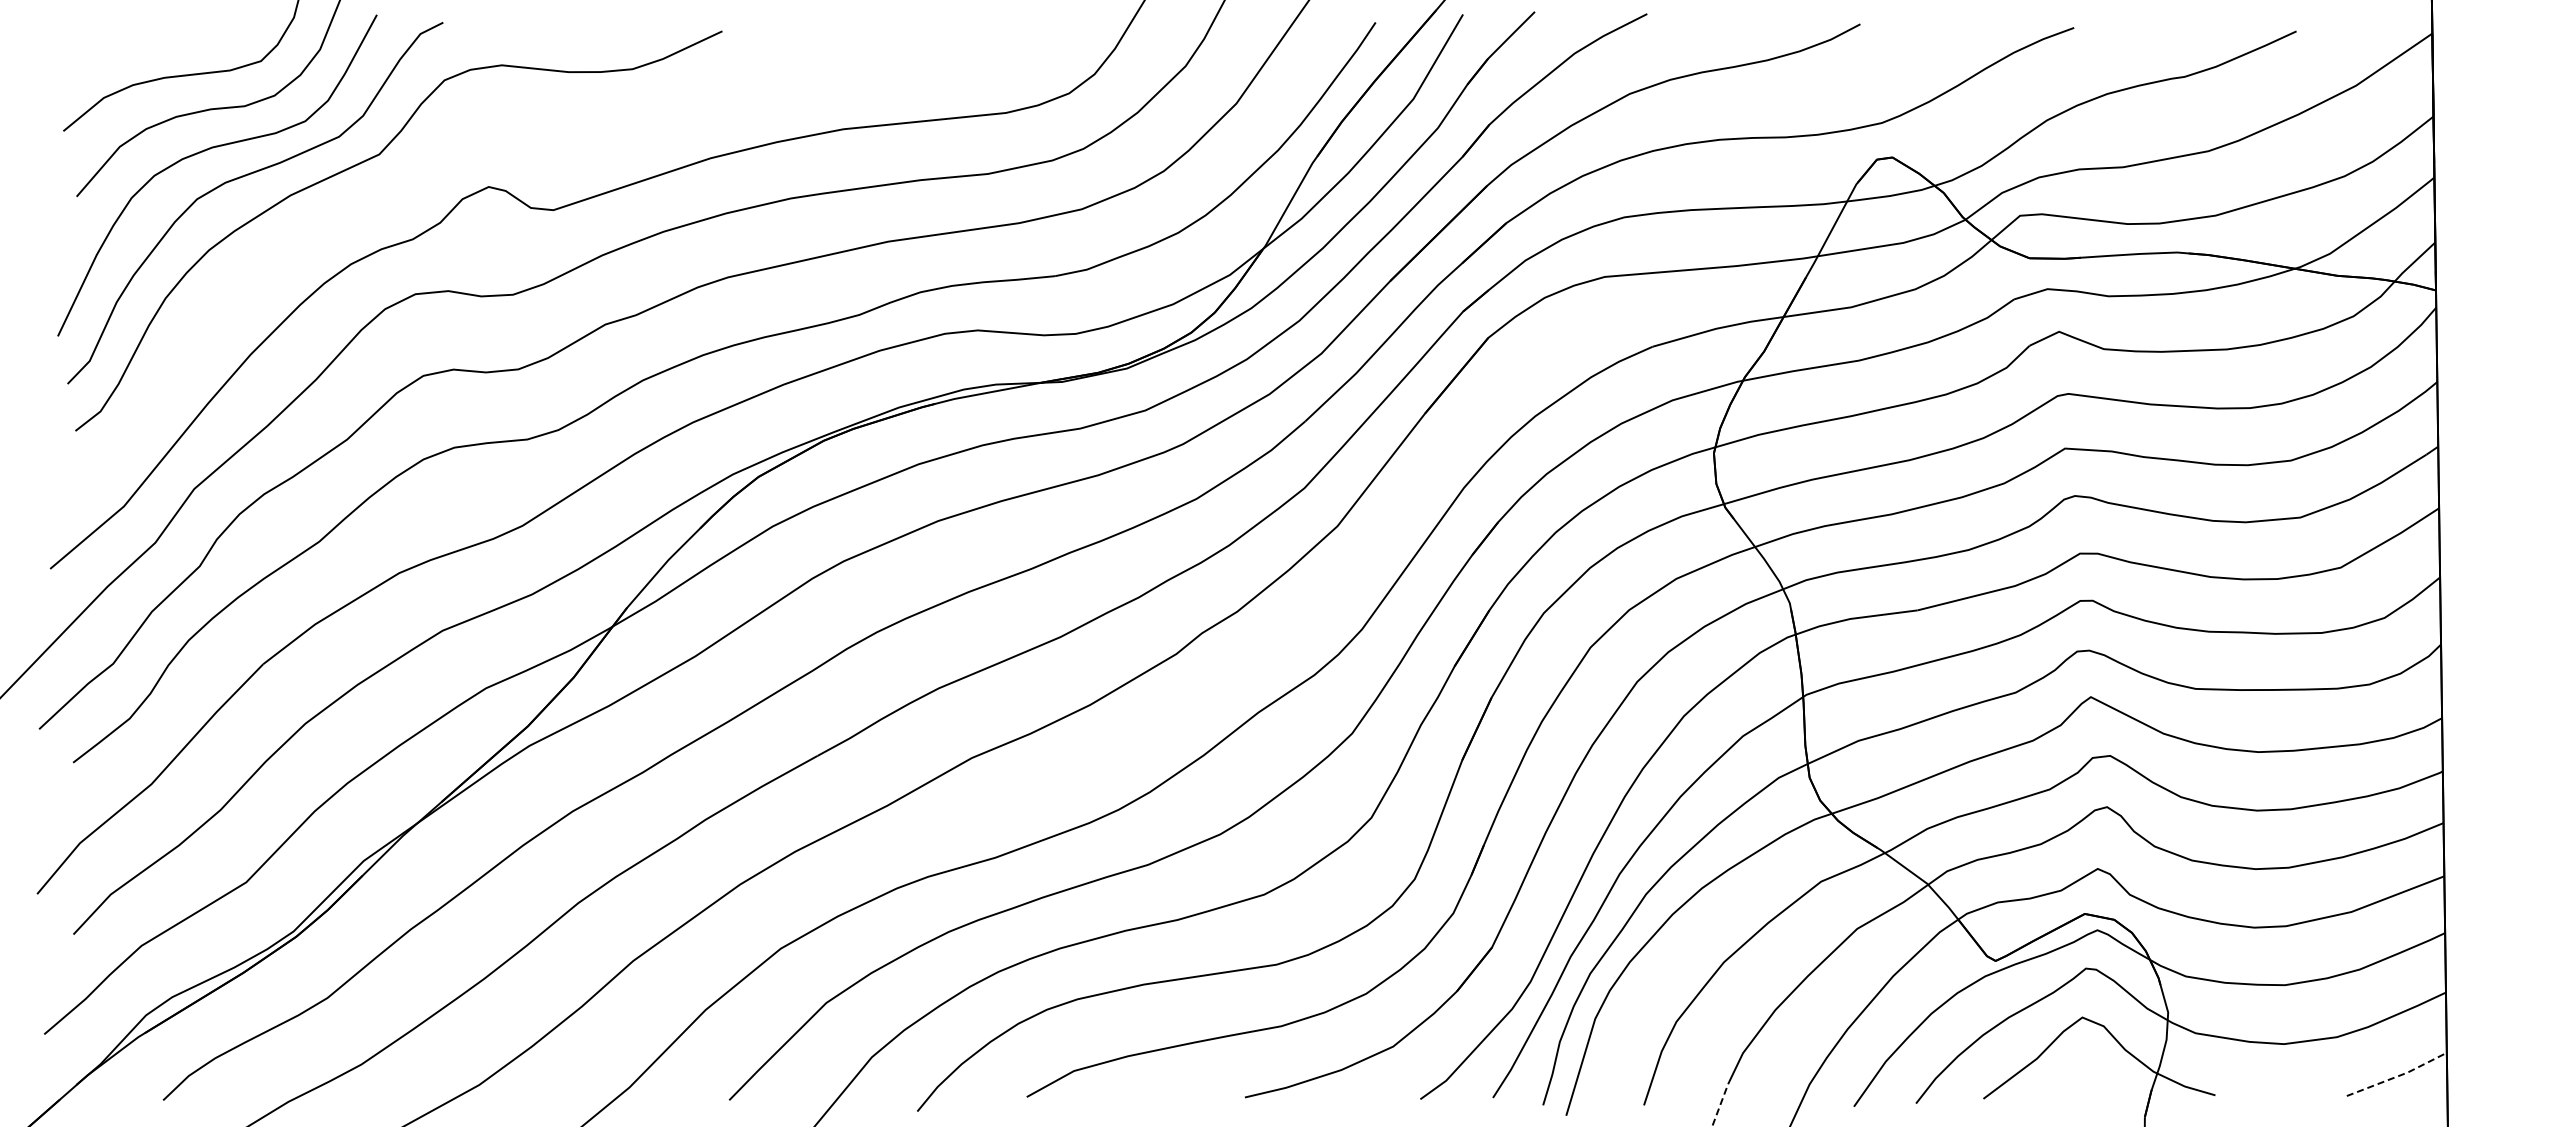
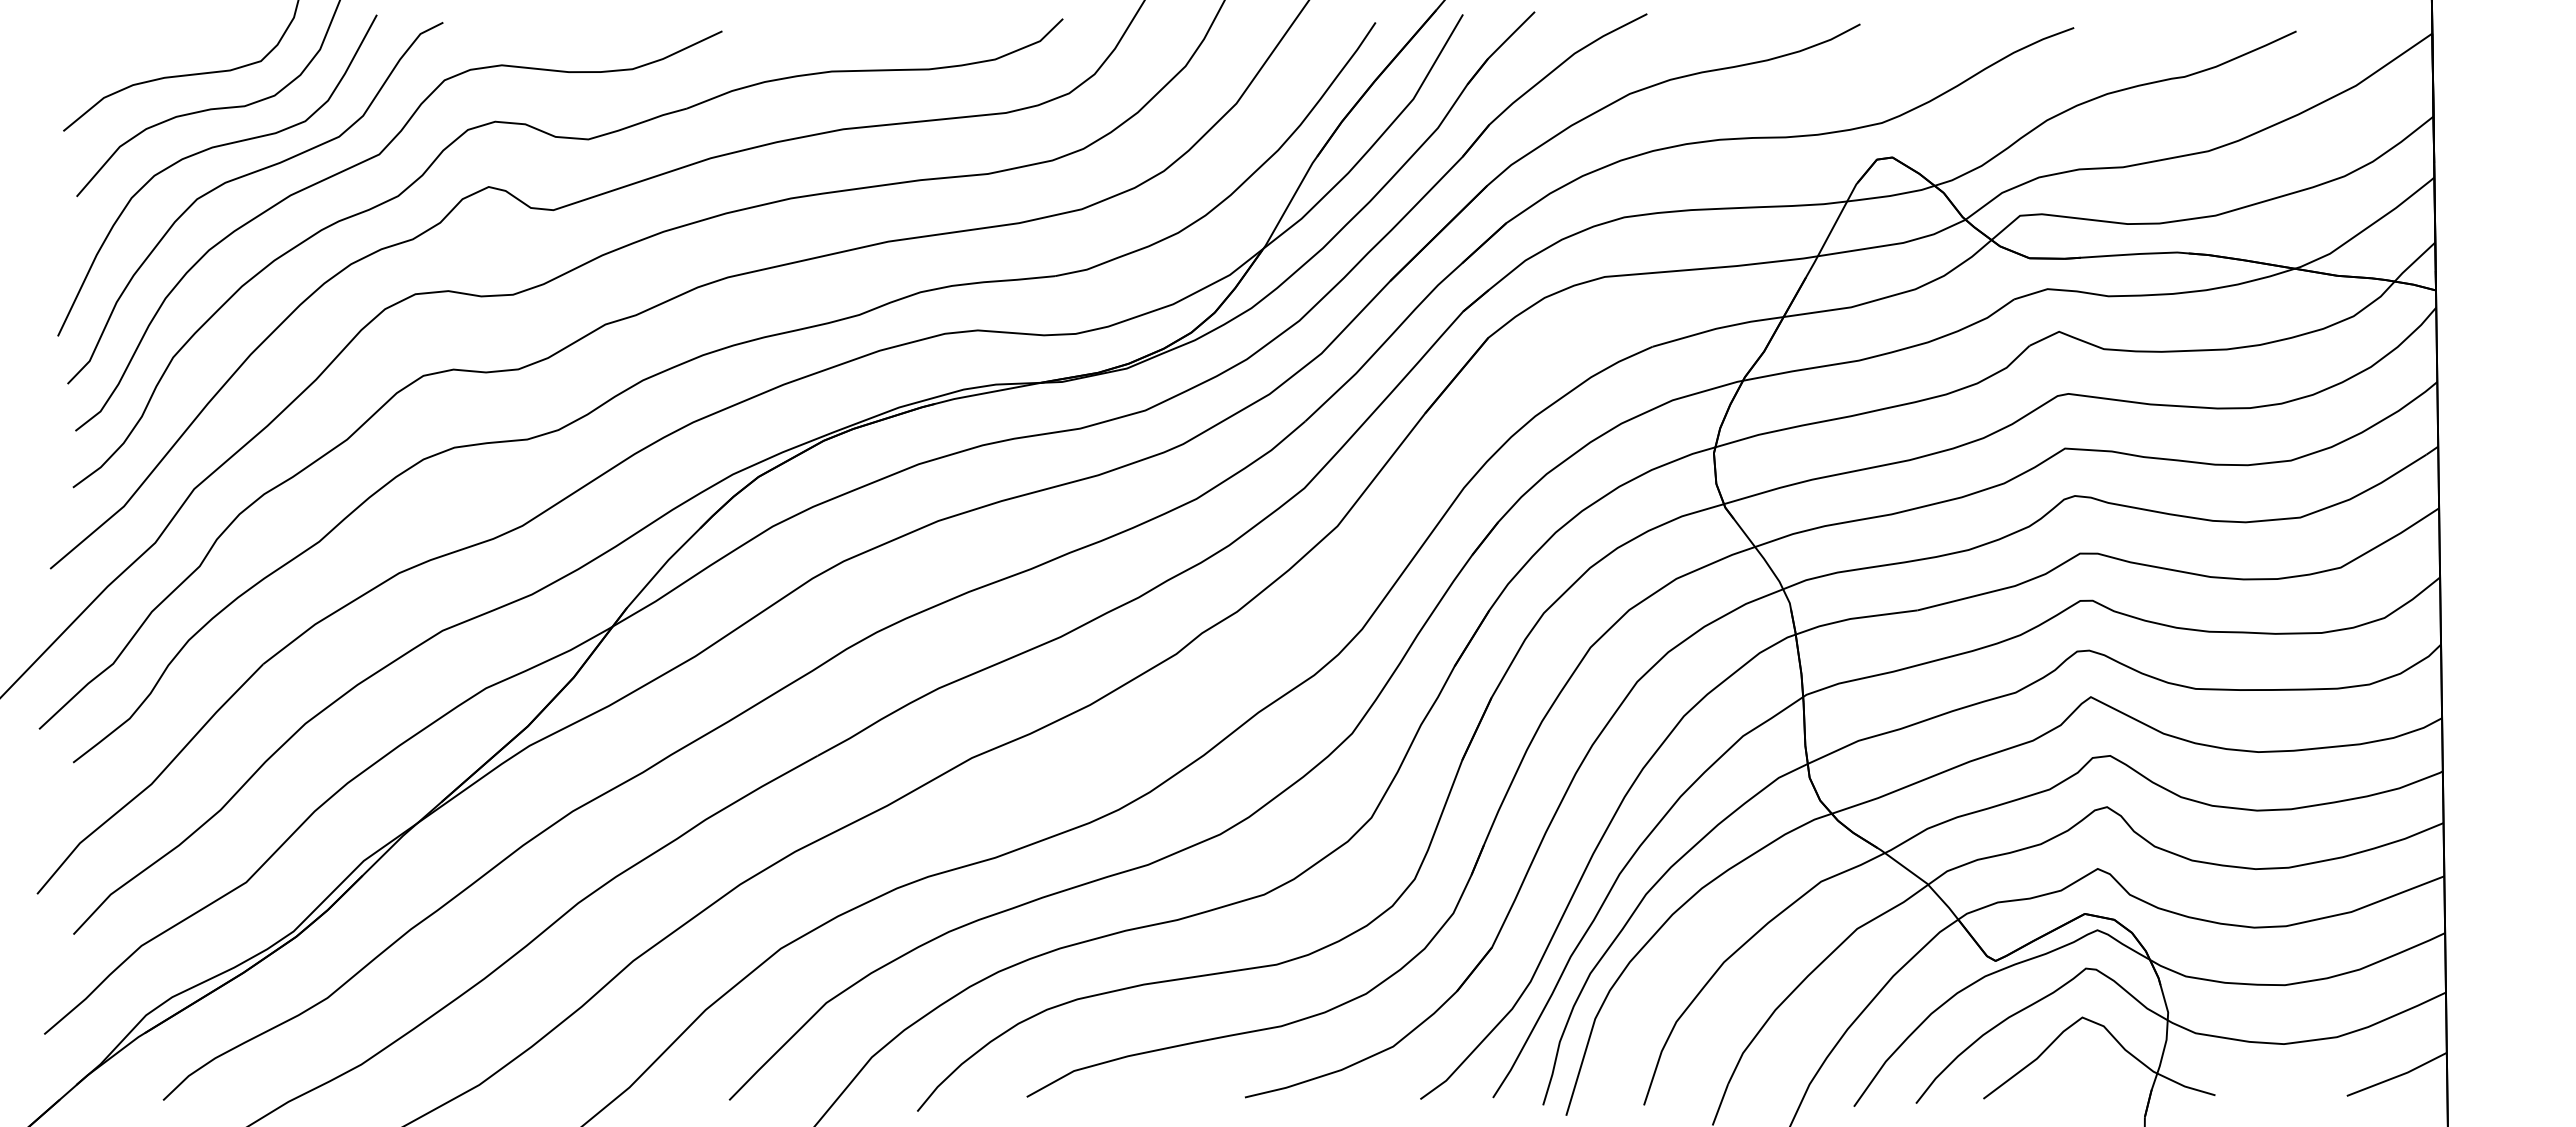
part at (572, 139): none -> present
line at (2398, 1076): dashed -> solid
line at (1720, 1104): dashed -> solid
